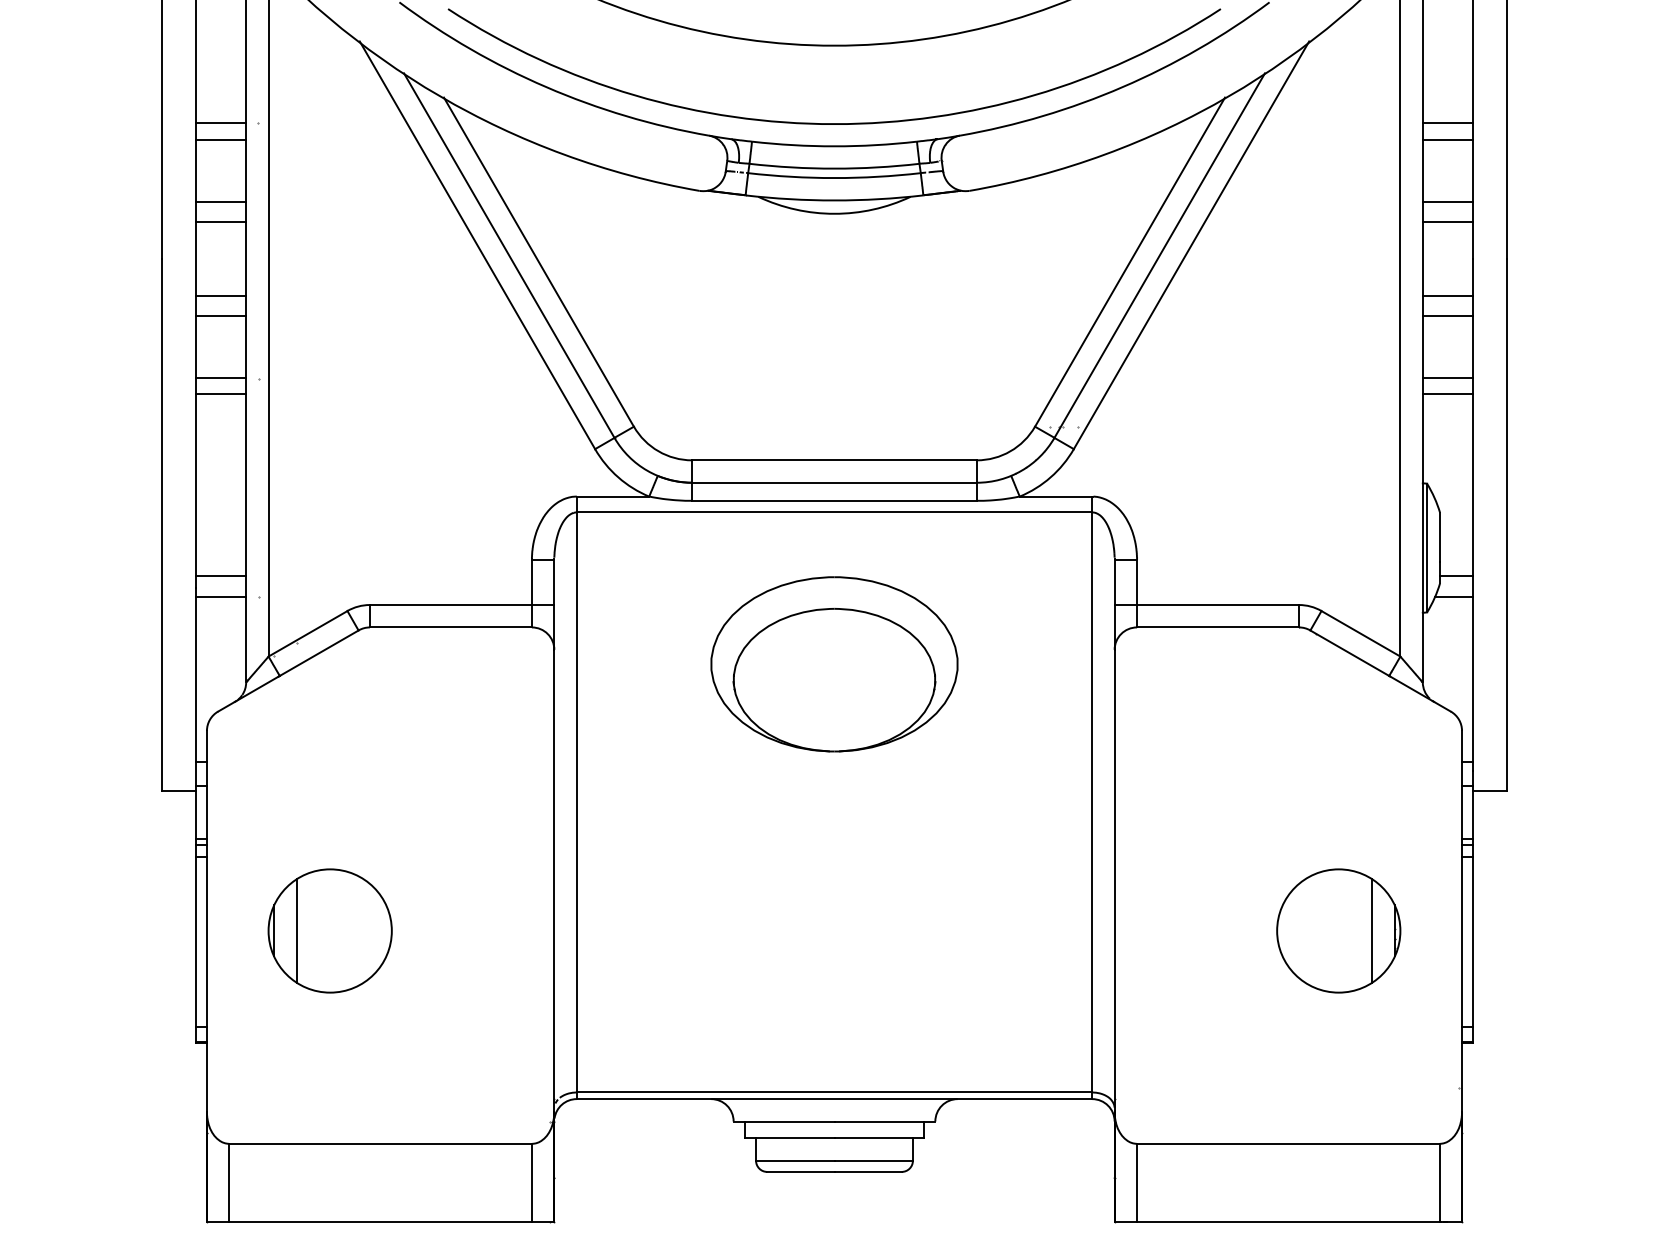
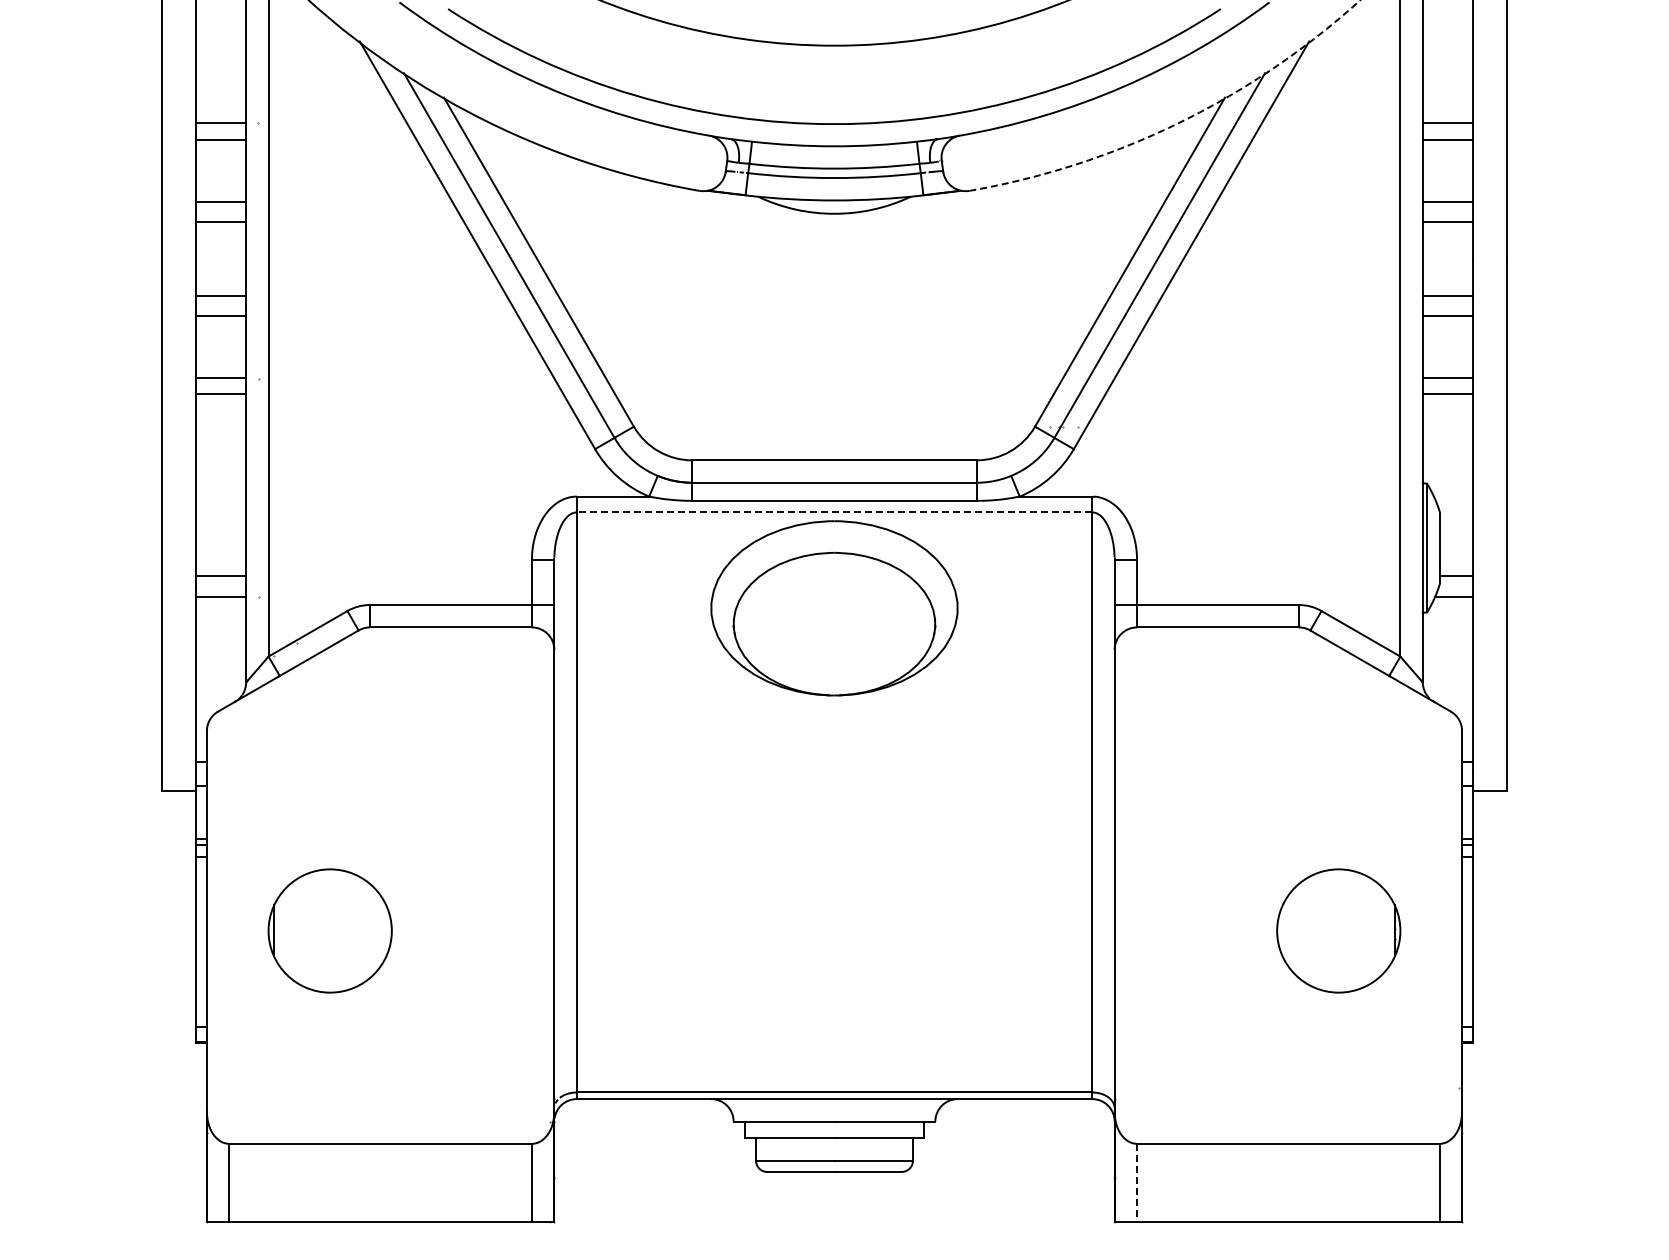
arc at (1177, 123): solid -> dashed
line at (834, 512): solid -> dashed
part at (834, 664) position: (834, 664) -> (834, 608)
line at (296, 930): present -> none
line at (1372, 930): present -> none
line at (1137, 1183): solid -> dashed
